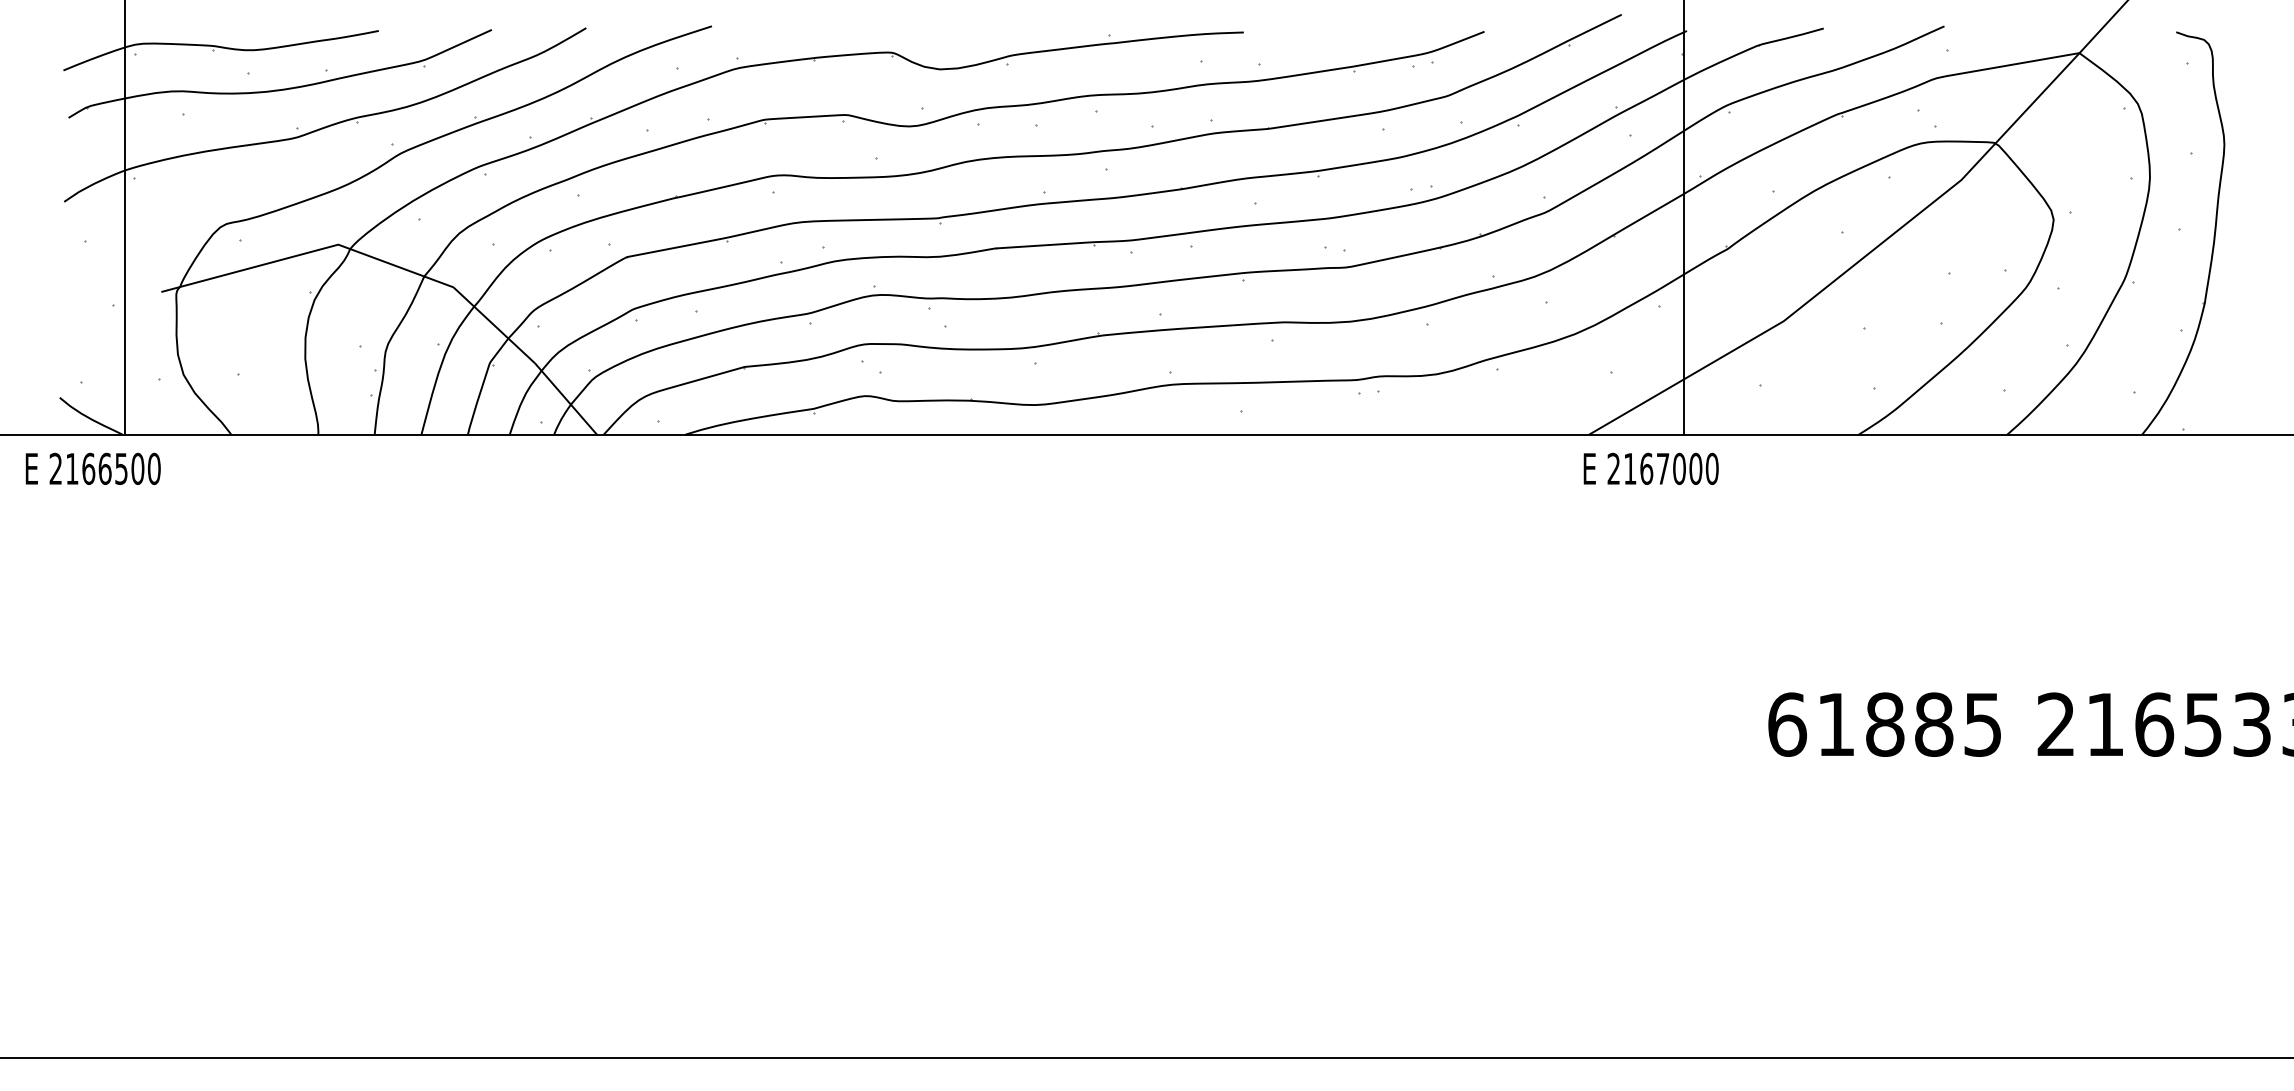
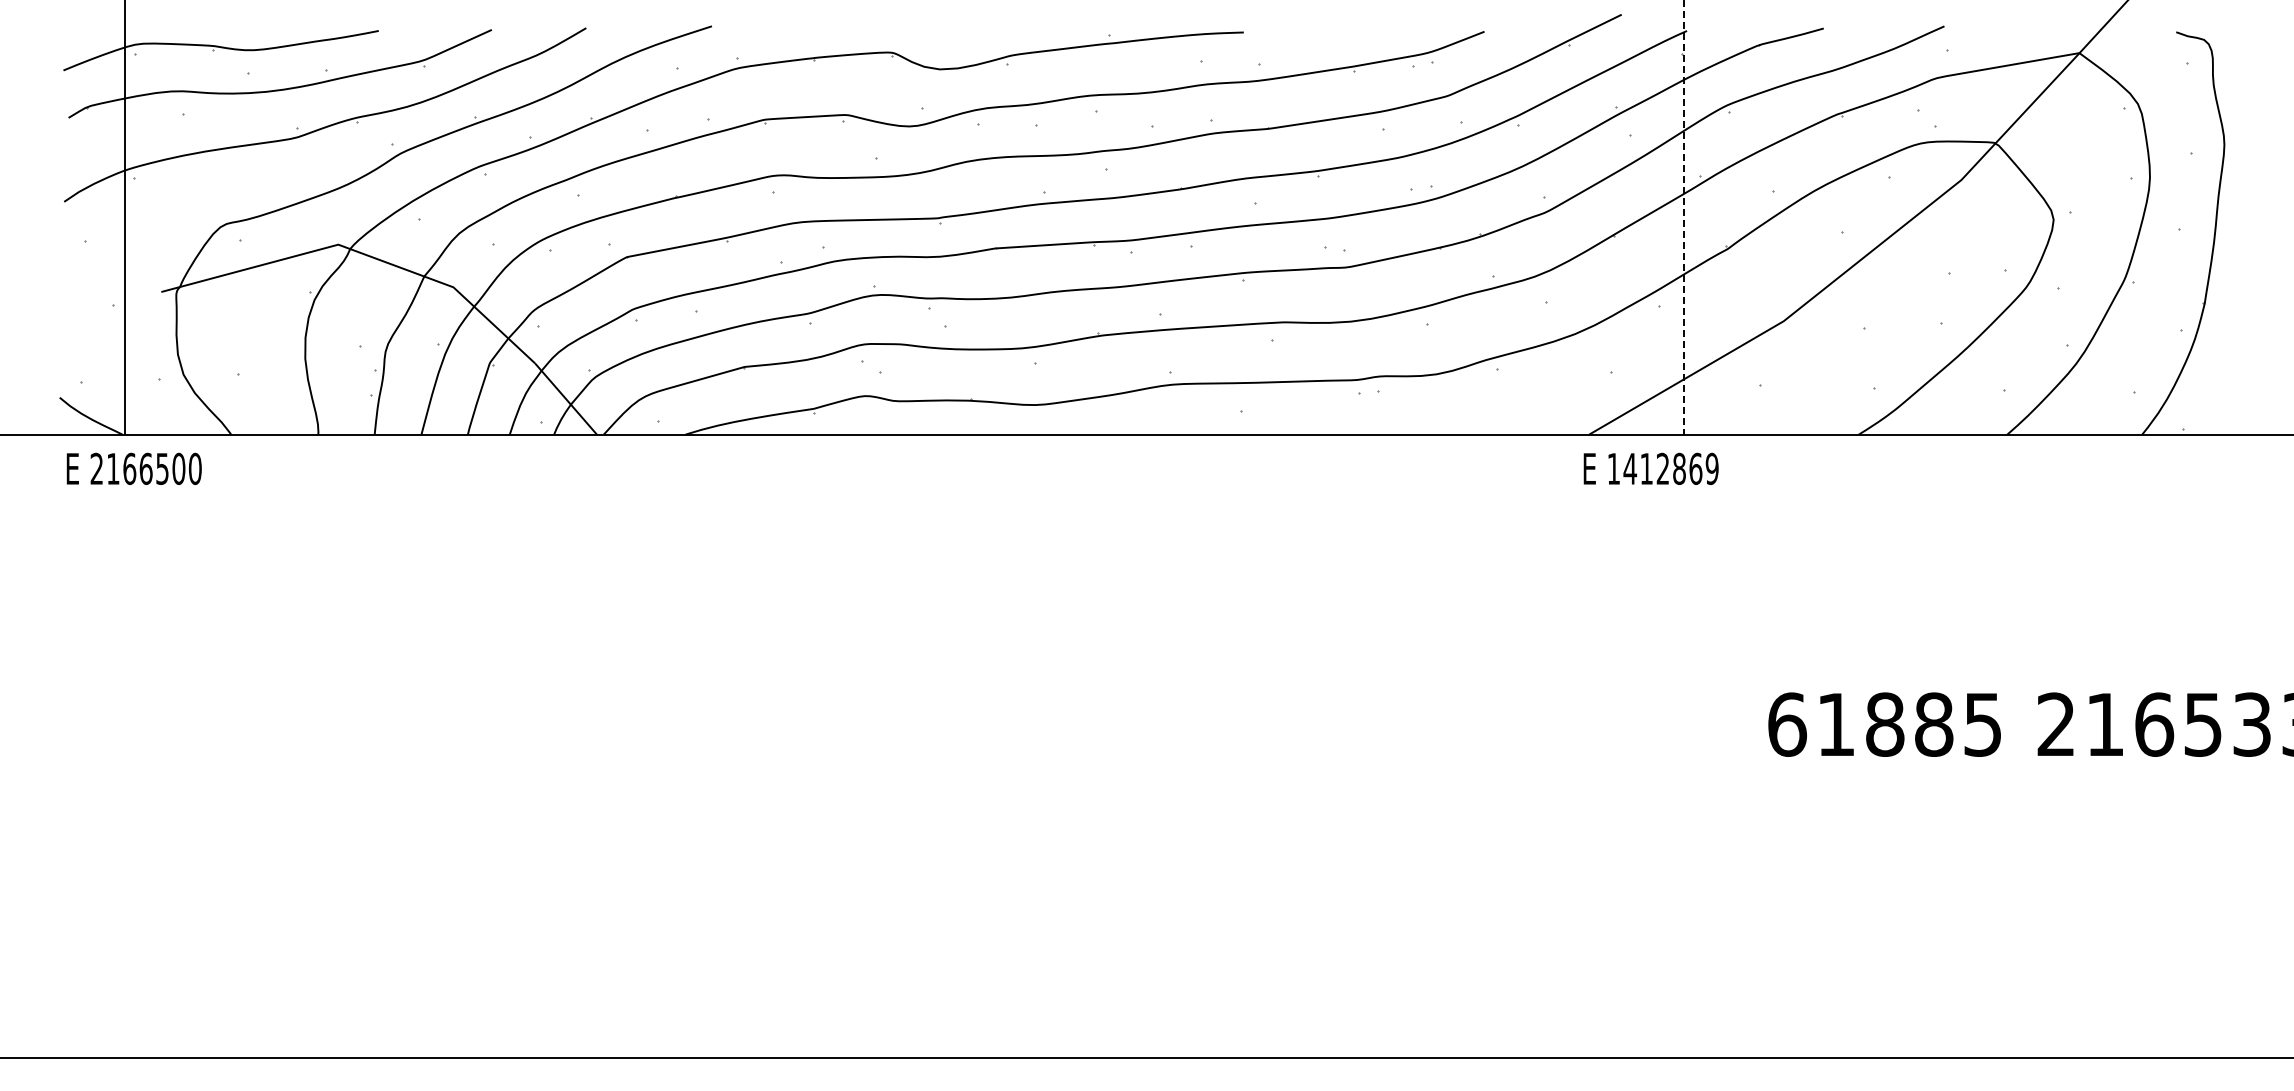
line at (1683, 217): solid -> dashed
text at (92, 468) position: (92, 468) -> (133, 468)
text at (1662, 468): 2167000 -> 1412869
